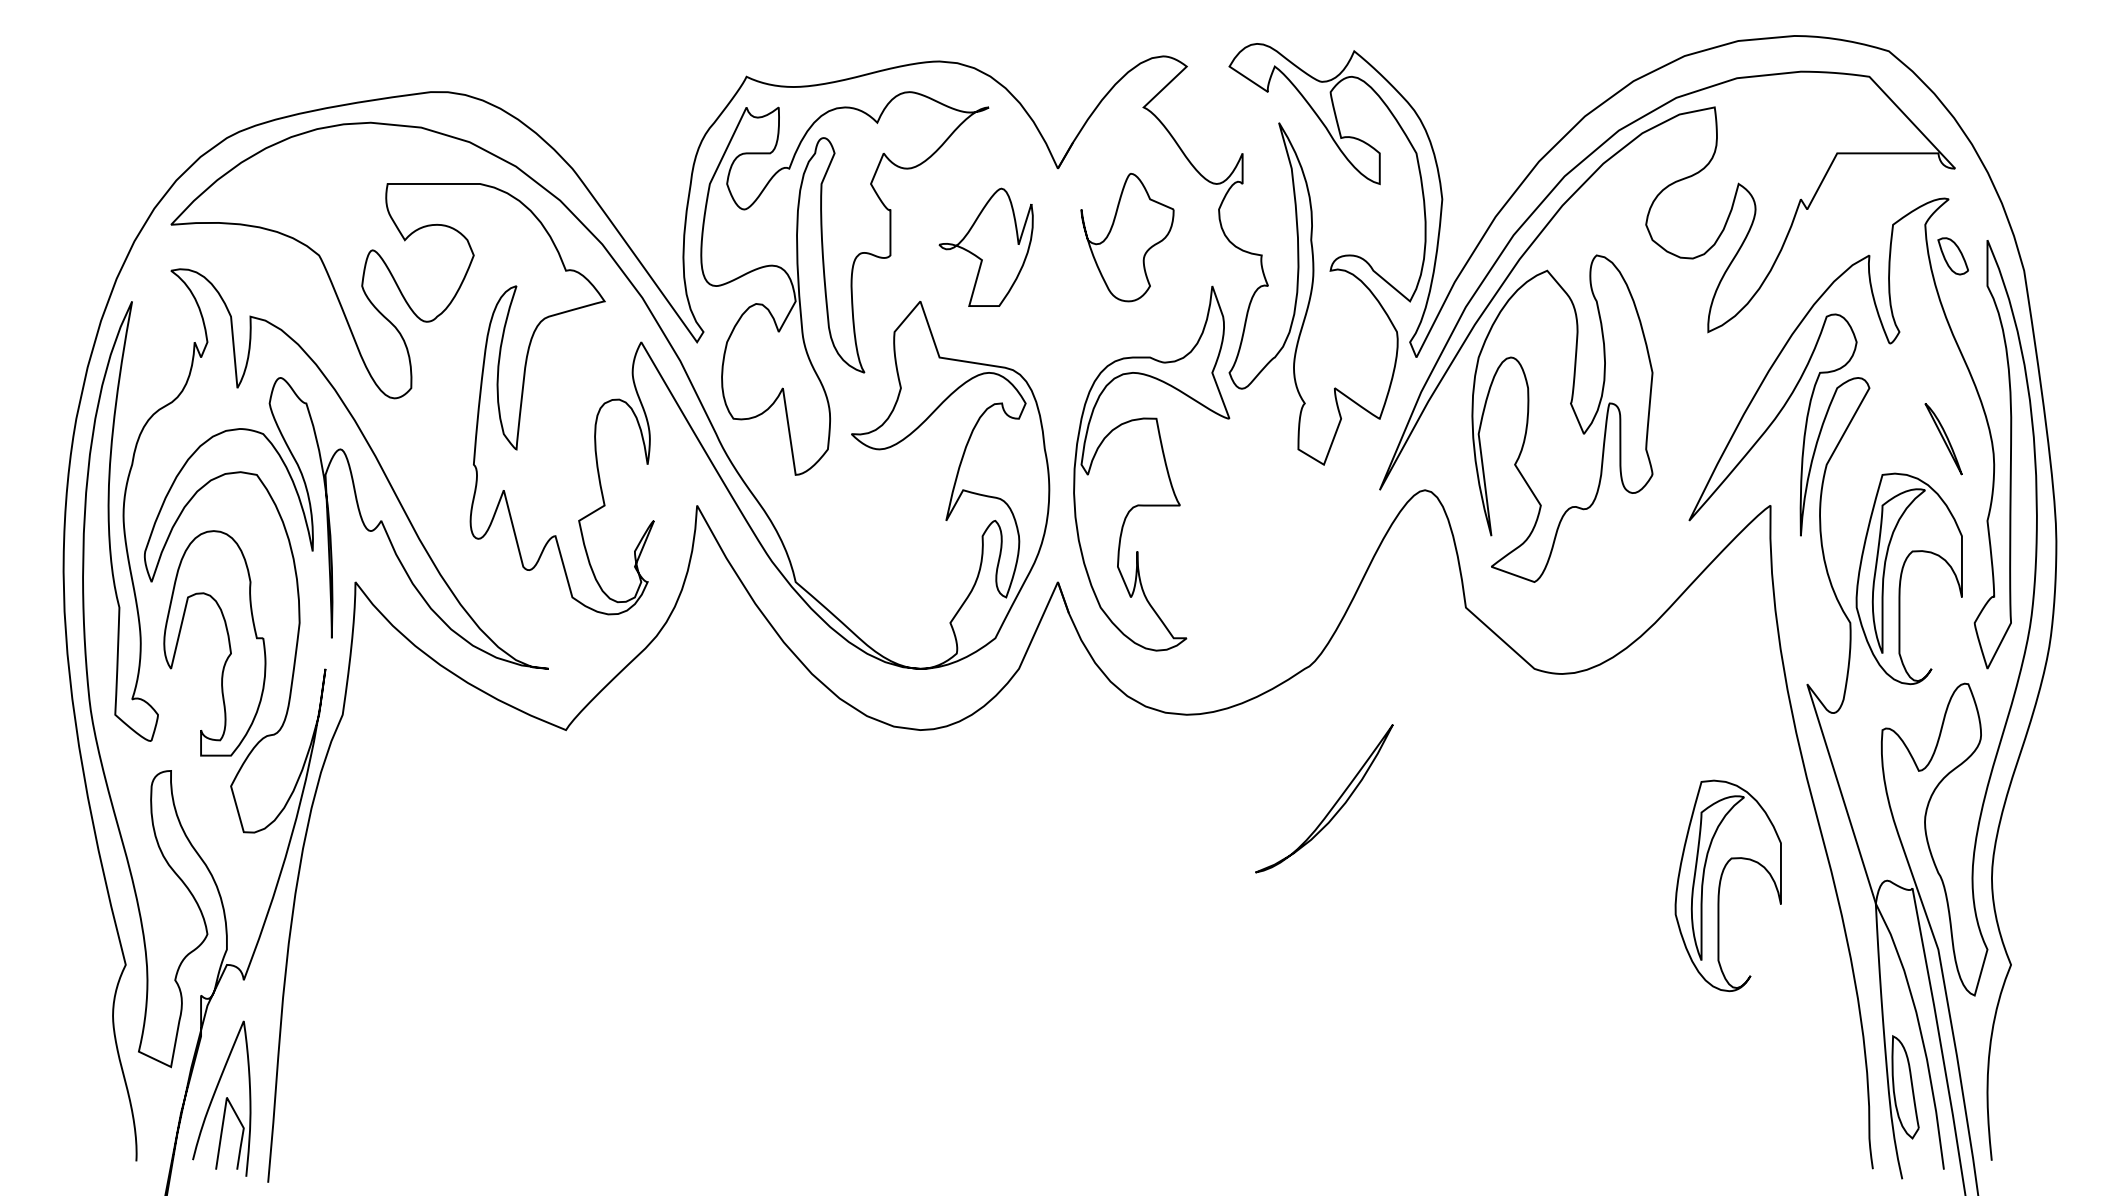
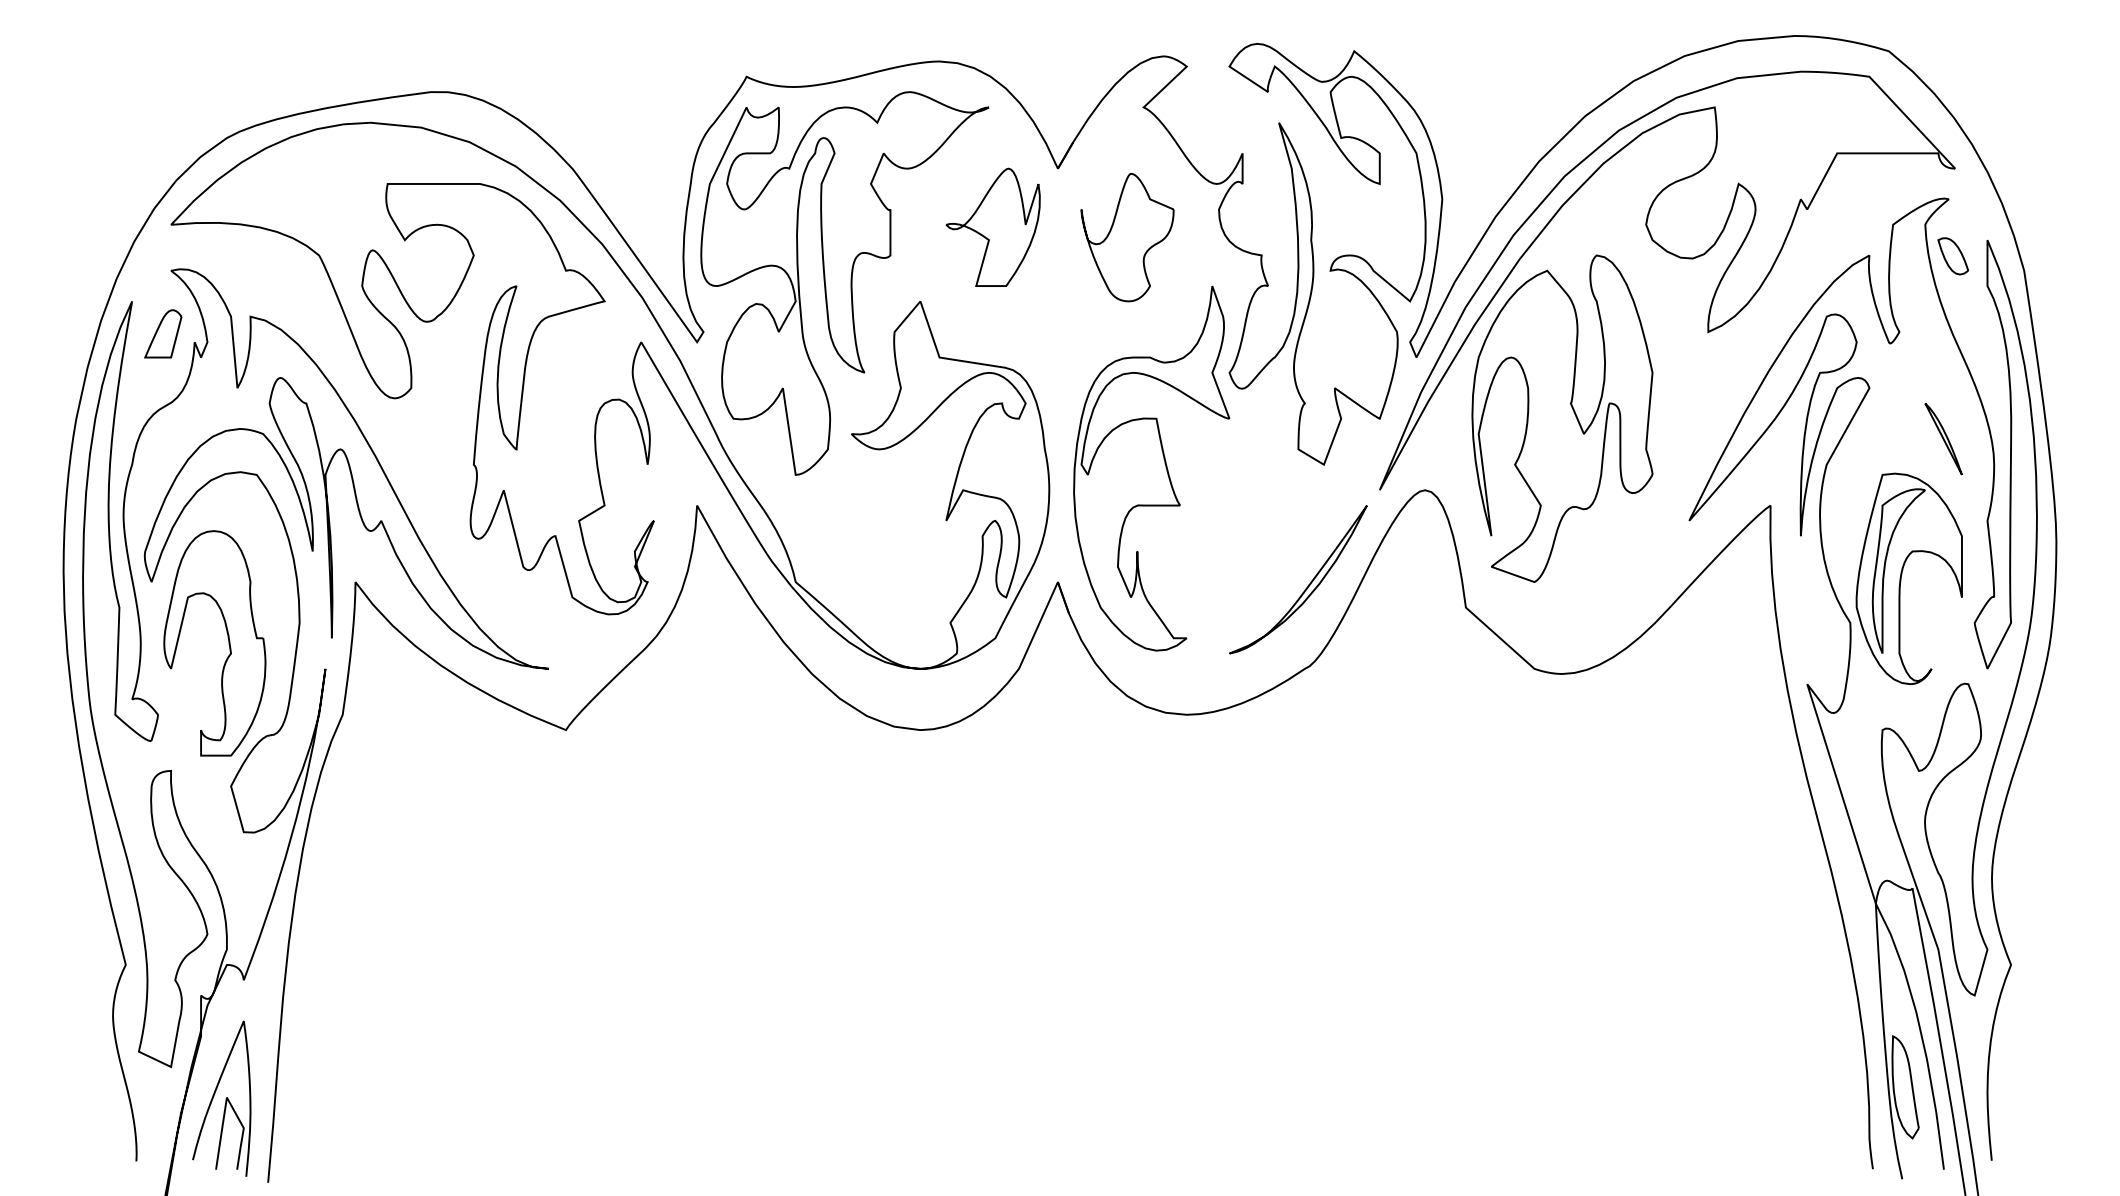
part at (985, 246) position: (985, 246) -> (992, 226)
part at (163, 333): none -> present
part at (1333, 804) position: (1333, 804) -> (1307, 585)
part at (1720, 885): present -> none
